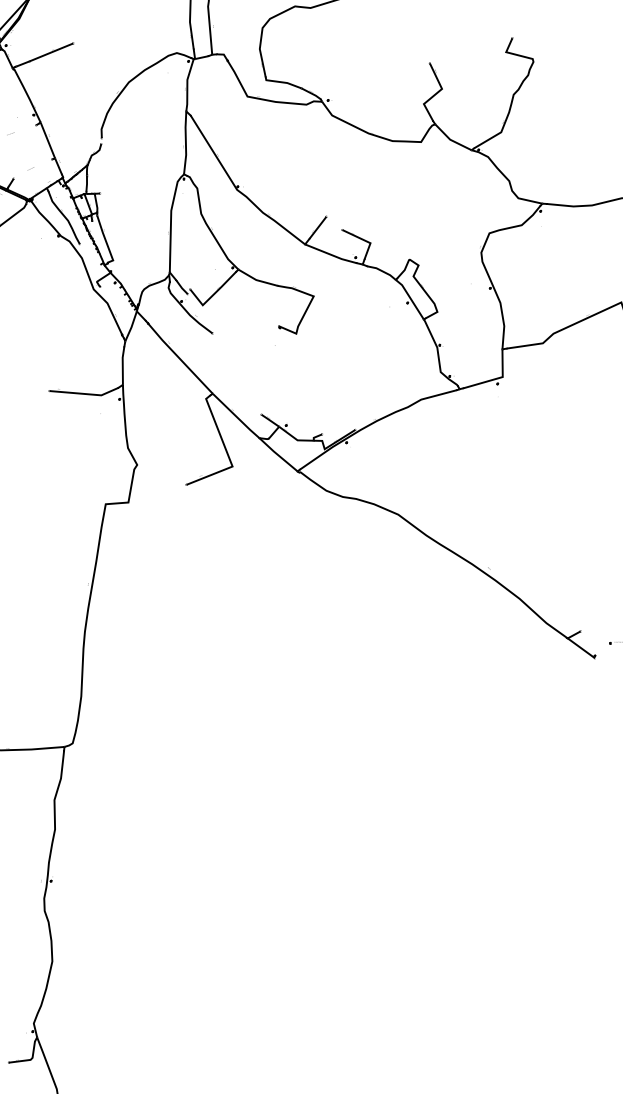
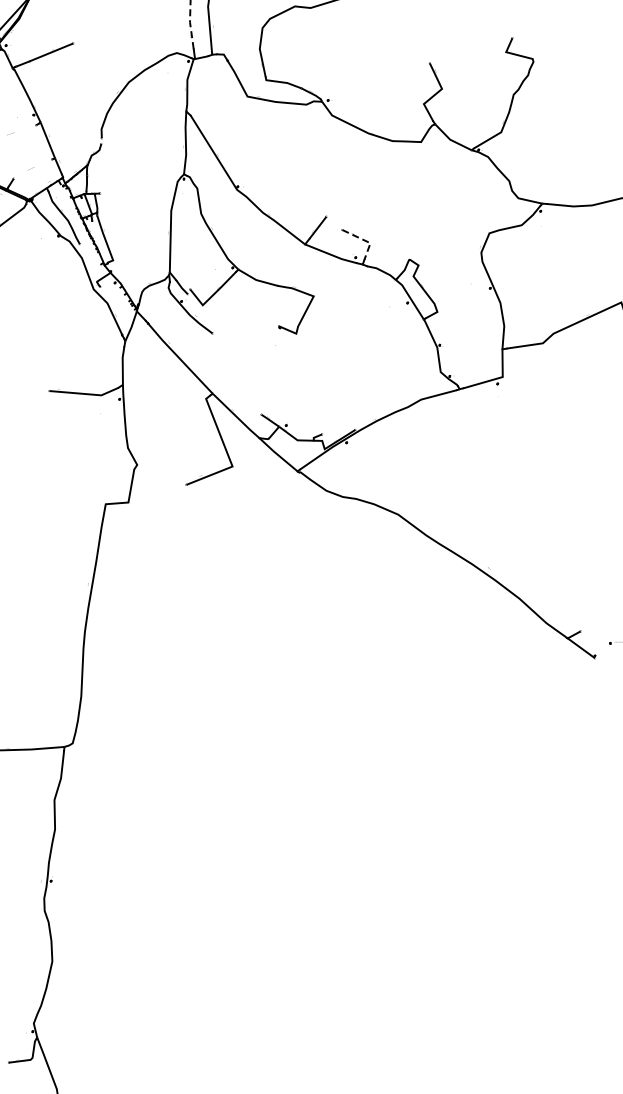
line at (190, 24): solid -> dashed
line at (365, 240): solid -> dashed
